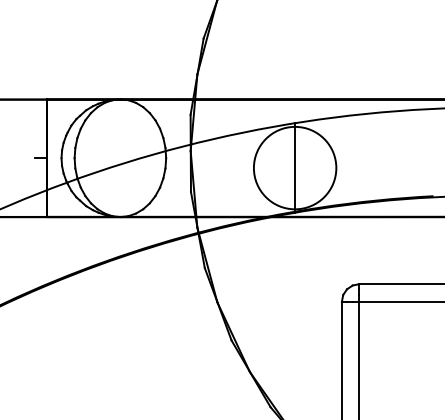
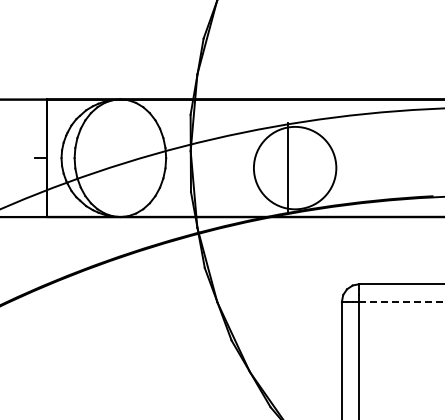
line at (295, 167) position: (295, 167) -> (288, 167)
line at (402, 301): solid -> dashed
